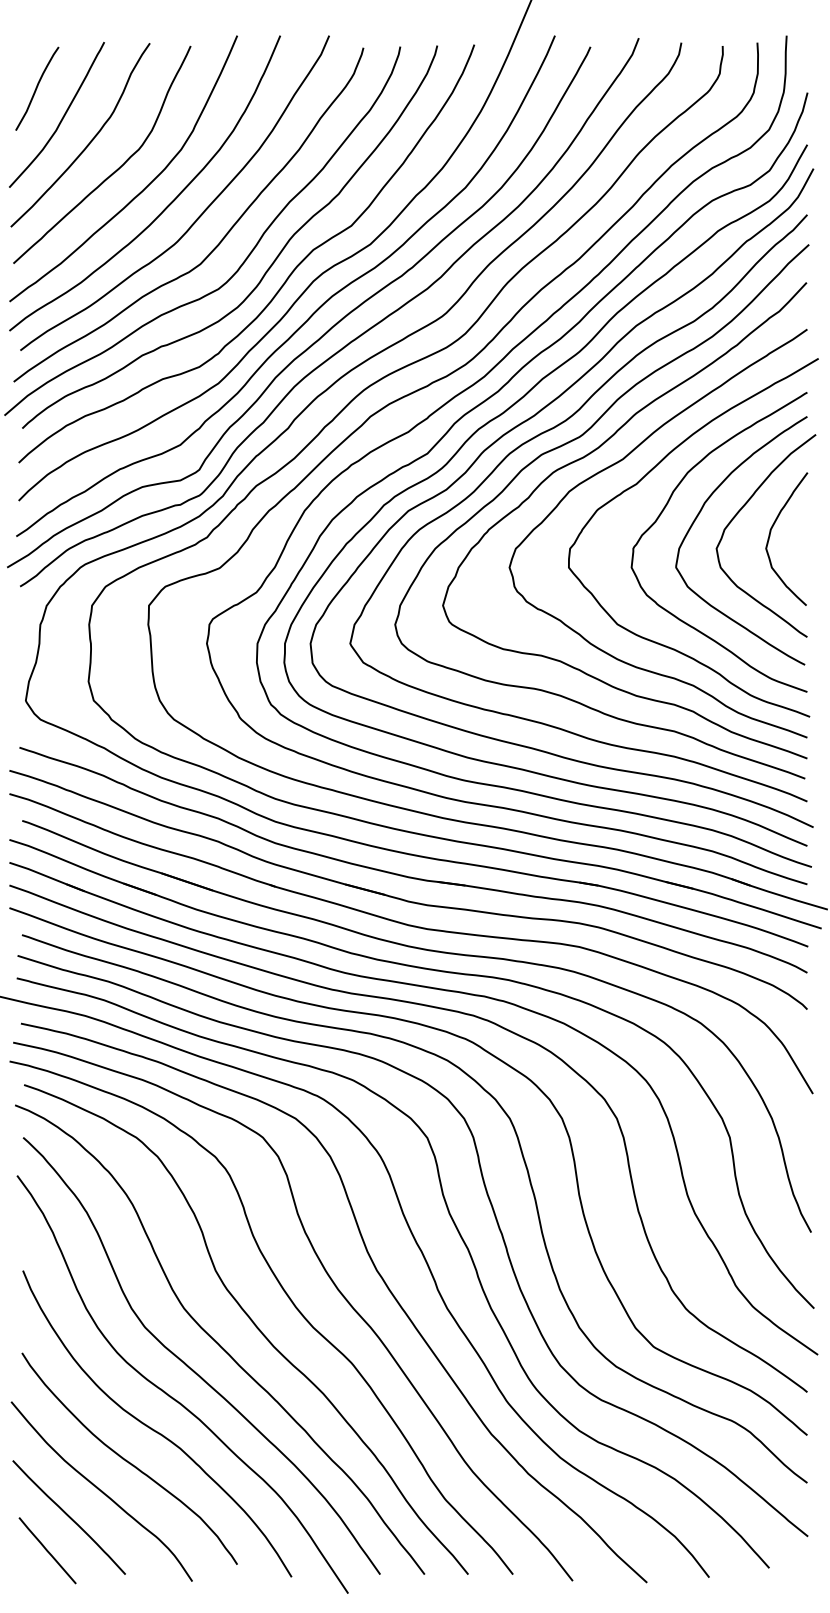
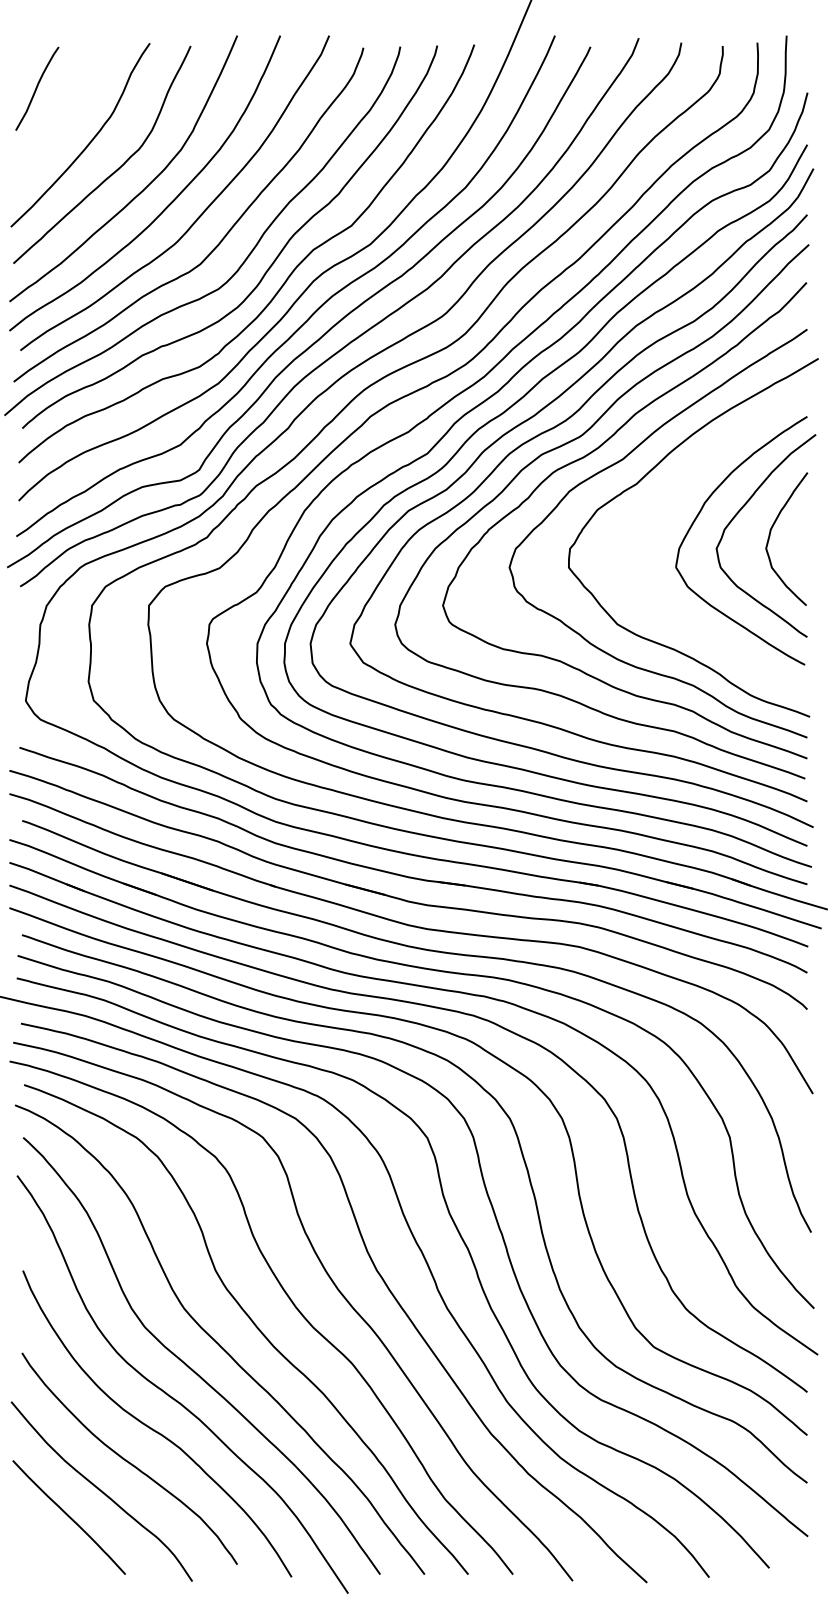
curve at (62, 116): present -> none
curve at (665, 508): present -> none
line at (47, 1550): present -> none
